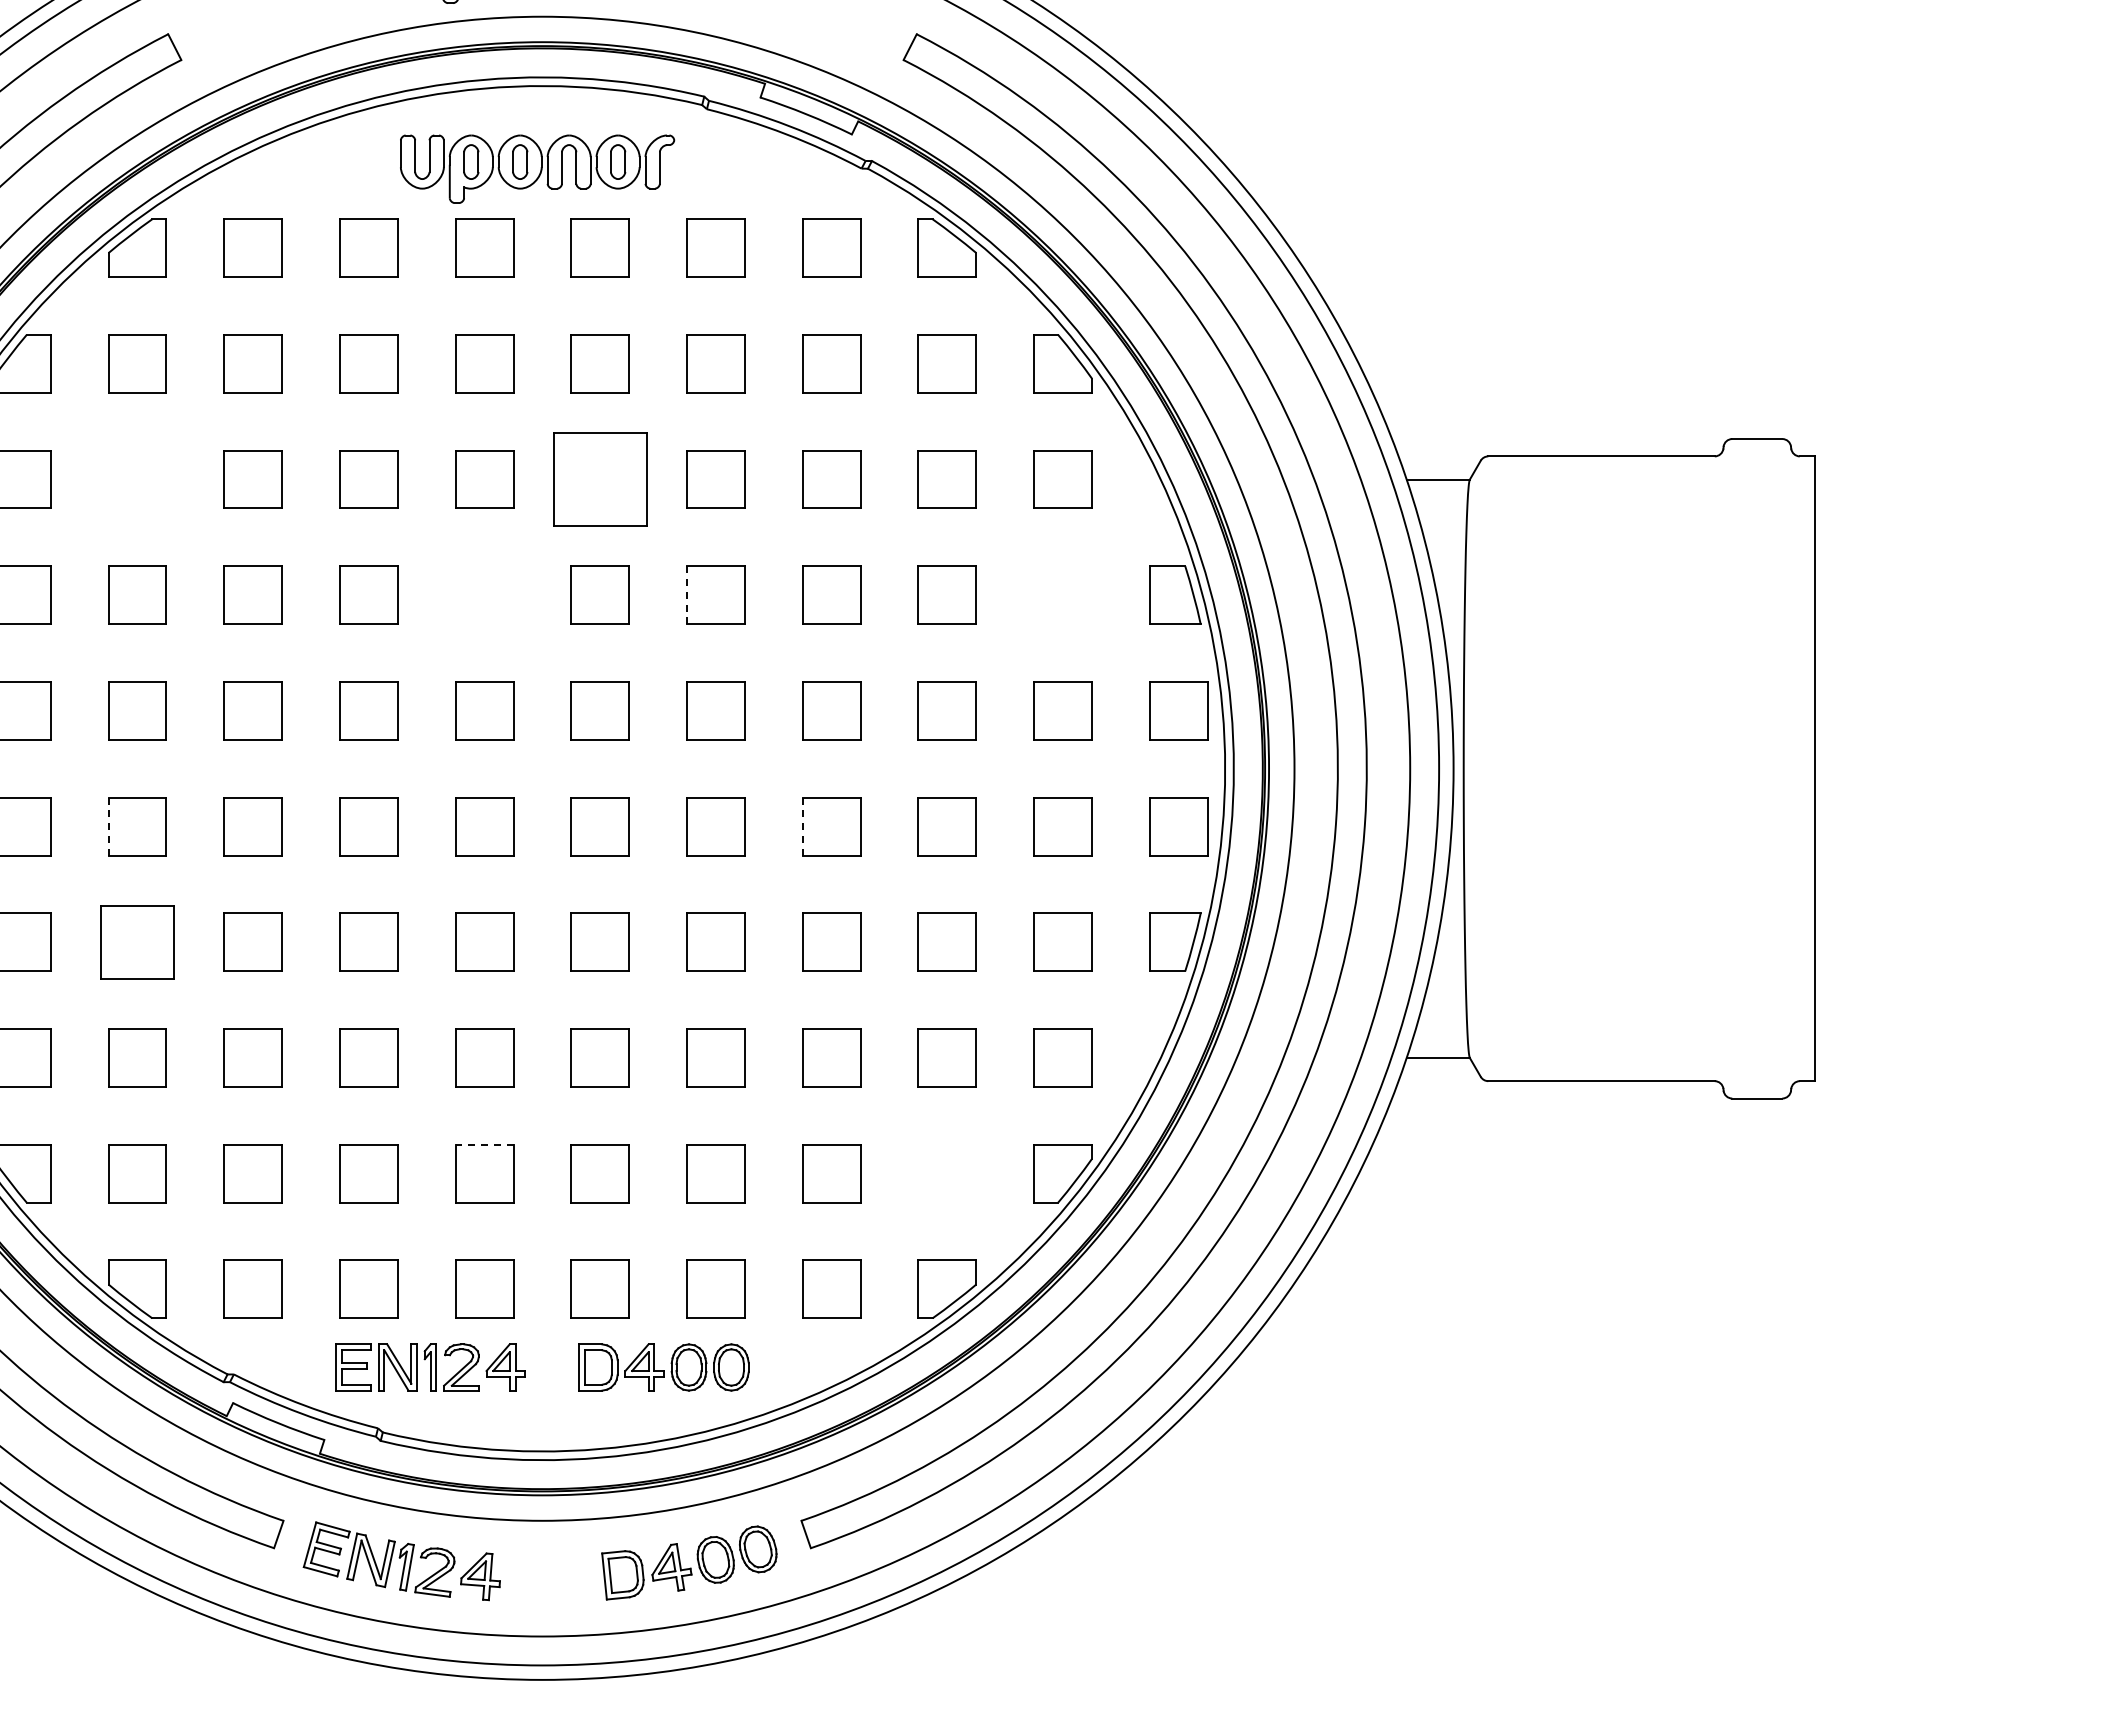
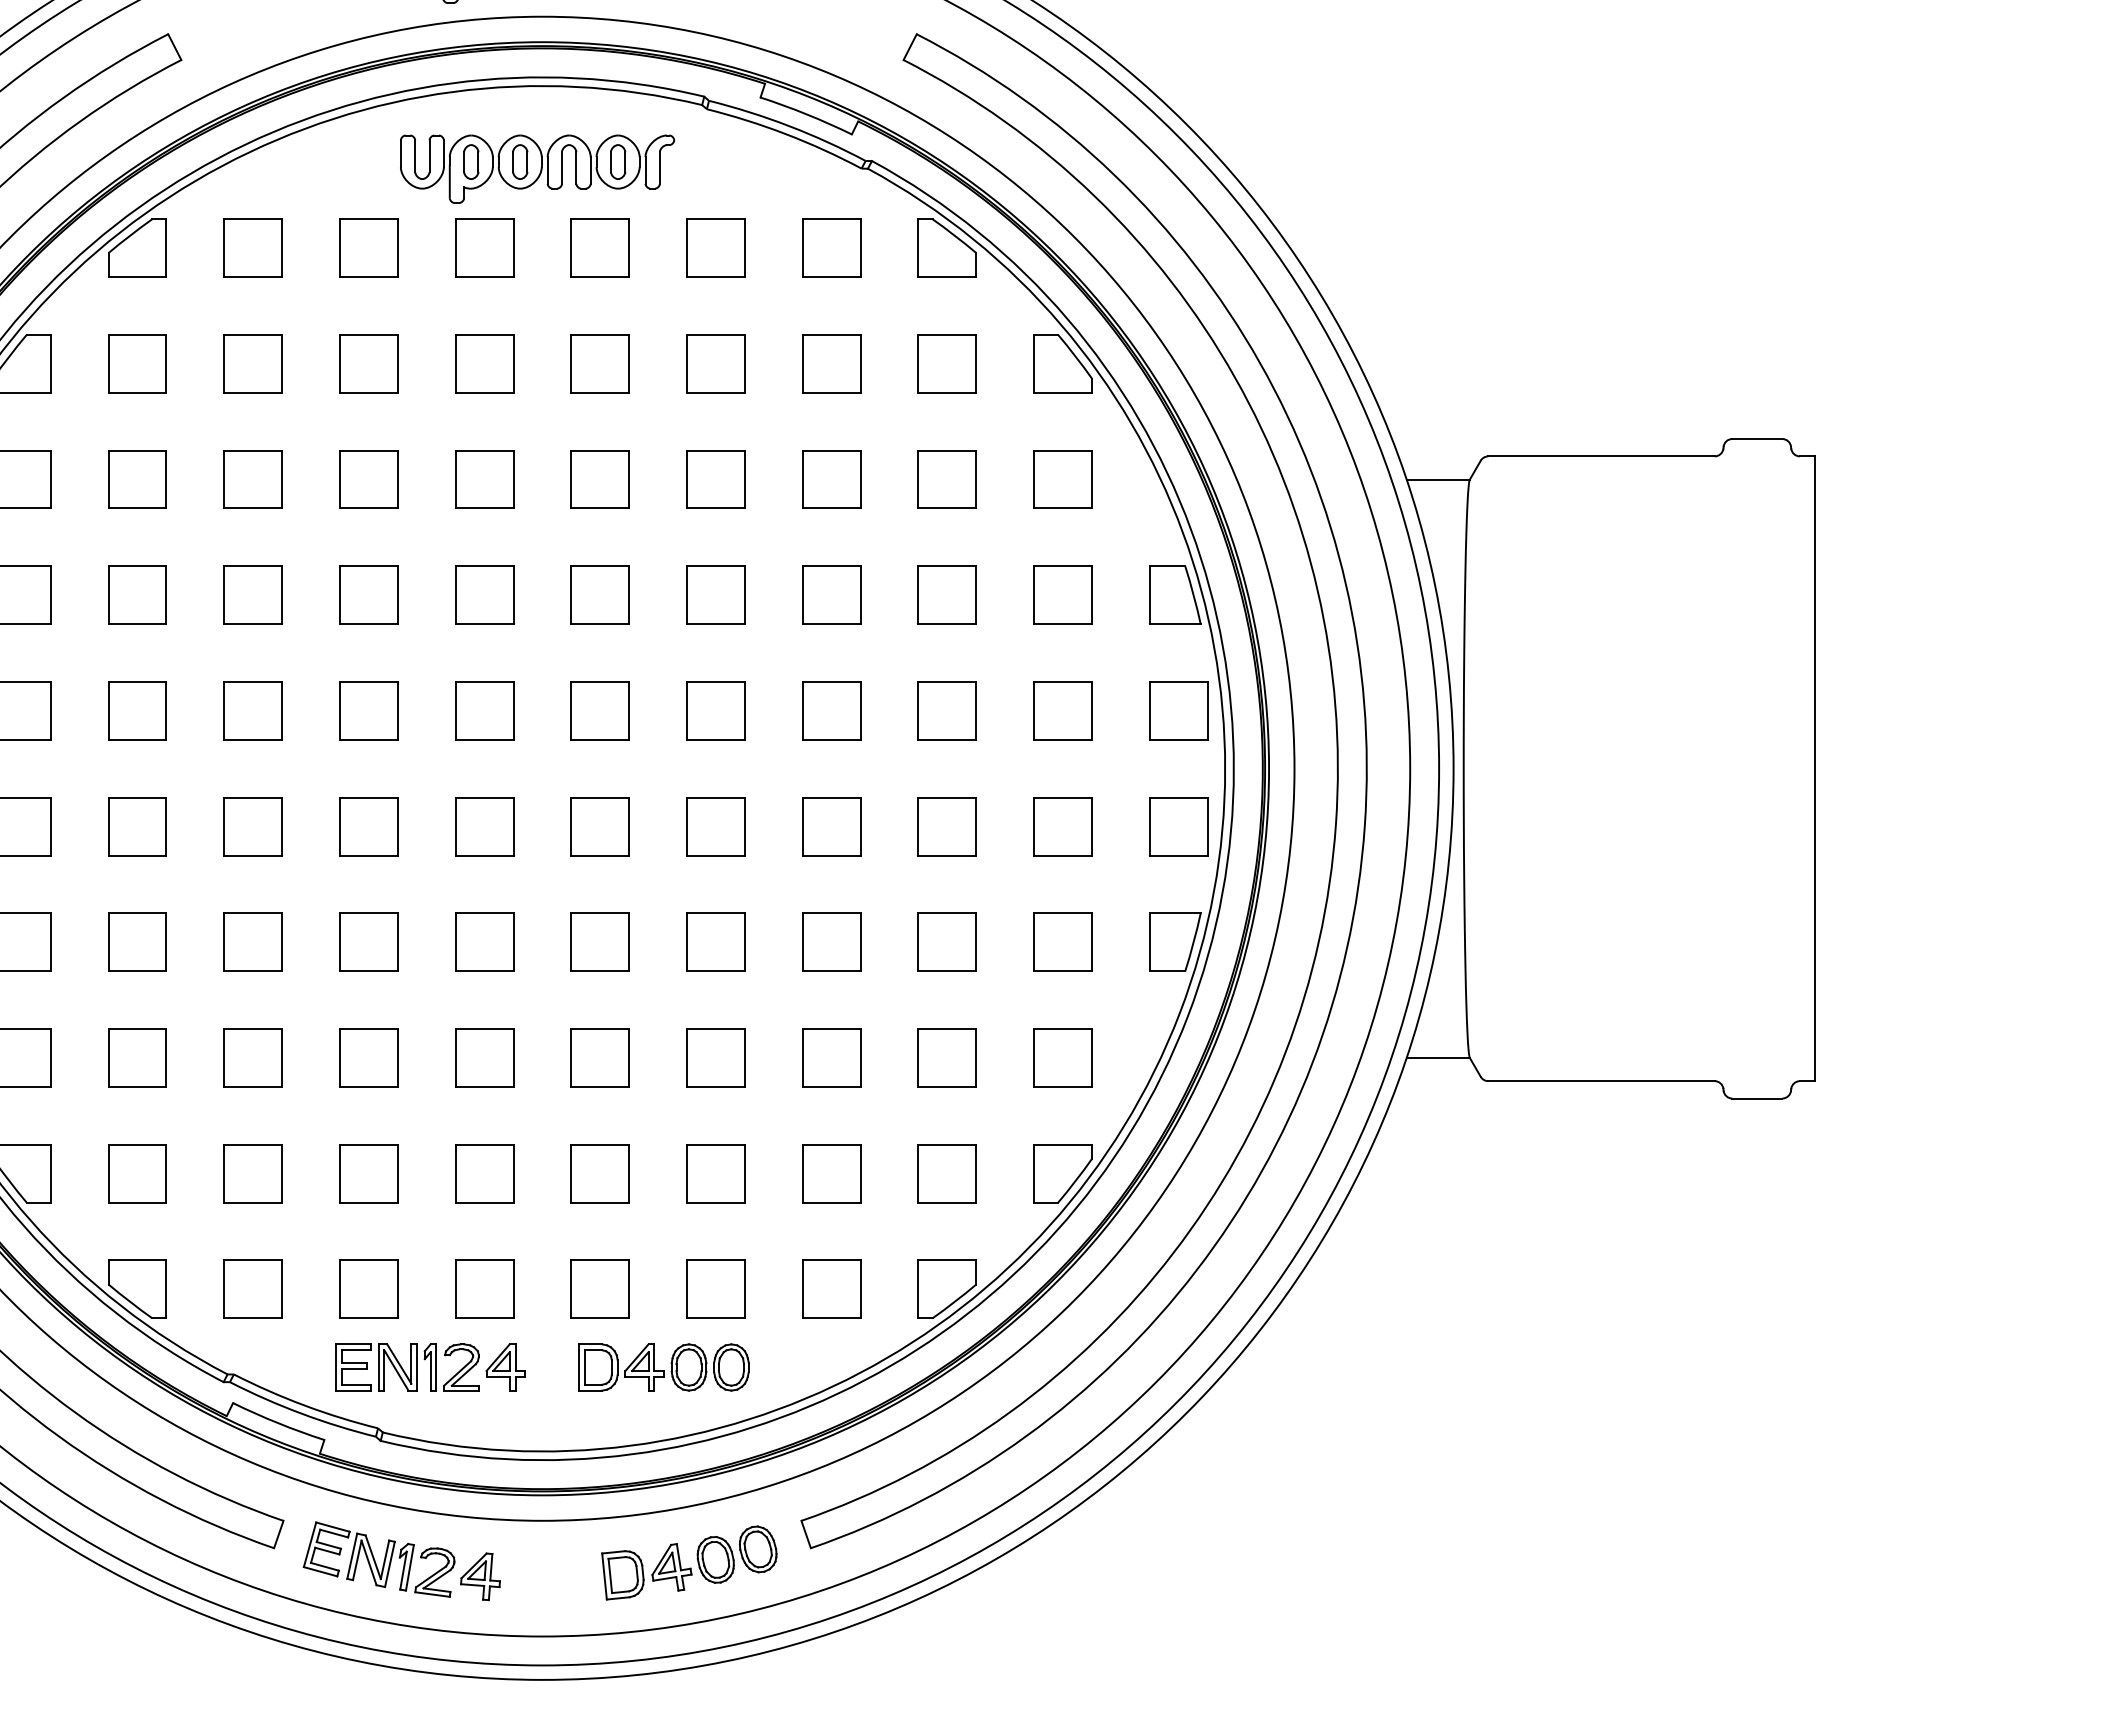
part at (137, 479): none -> present
part at (600, 479) size: 95x95 px -> 60x59 px
part at (484, 594): none -> present
part at (1062, 594): none -> present
line at (687, 595): dashed -> solid
line at (108, 826): dashed -> solid
line at (802, 826): dashed -> solid
part at (137, 942) size: 75x75 px -> 59x60 px
line at (484, 1144): dashed -> solid
part at (946, 1173): none -> present
